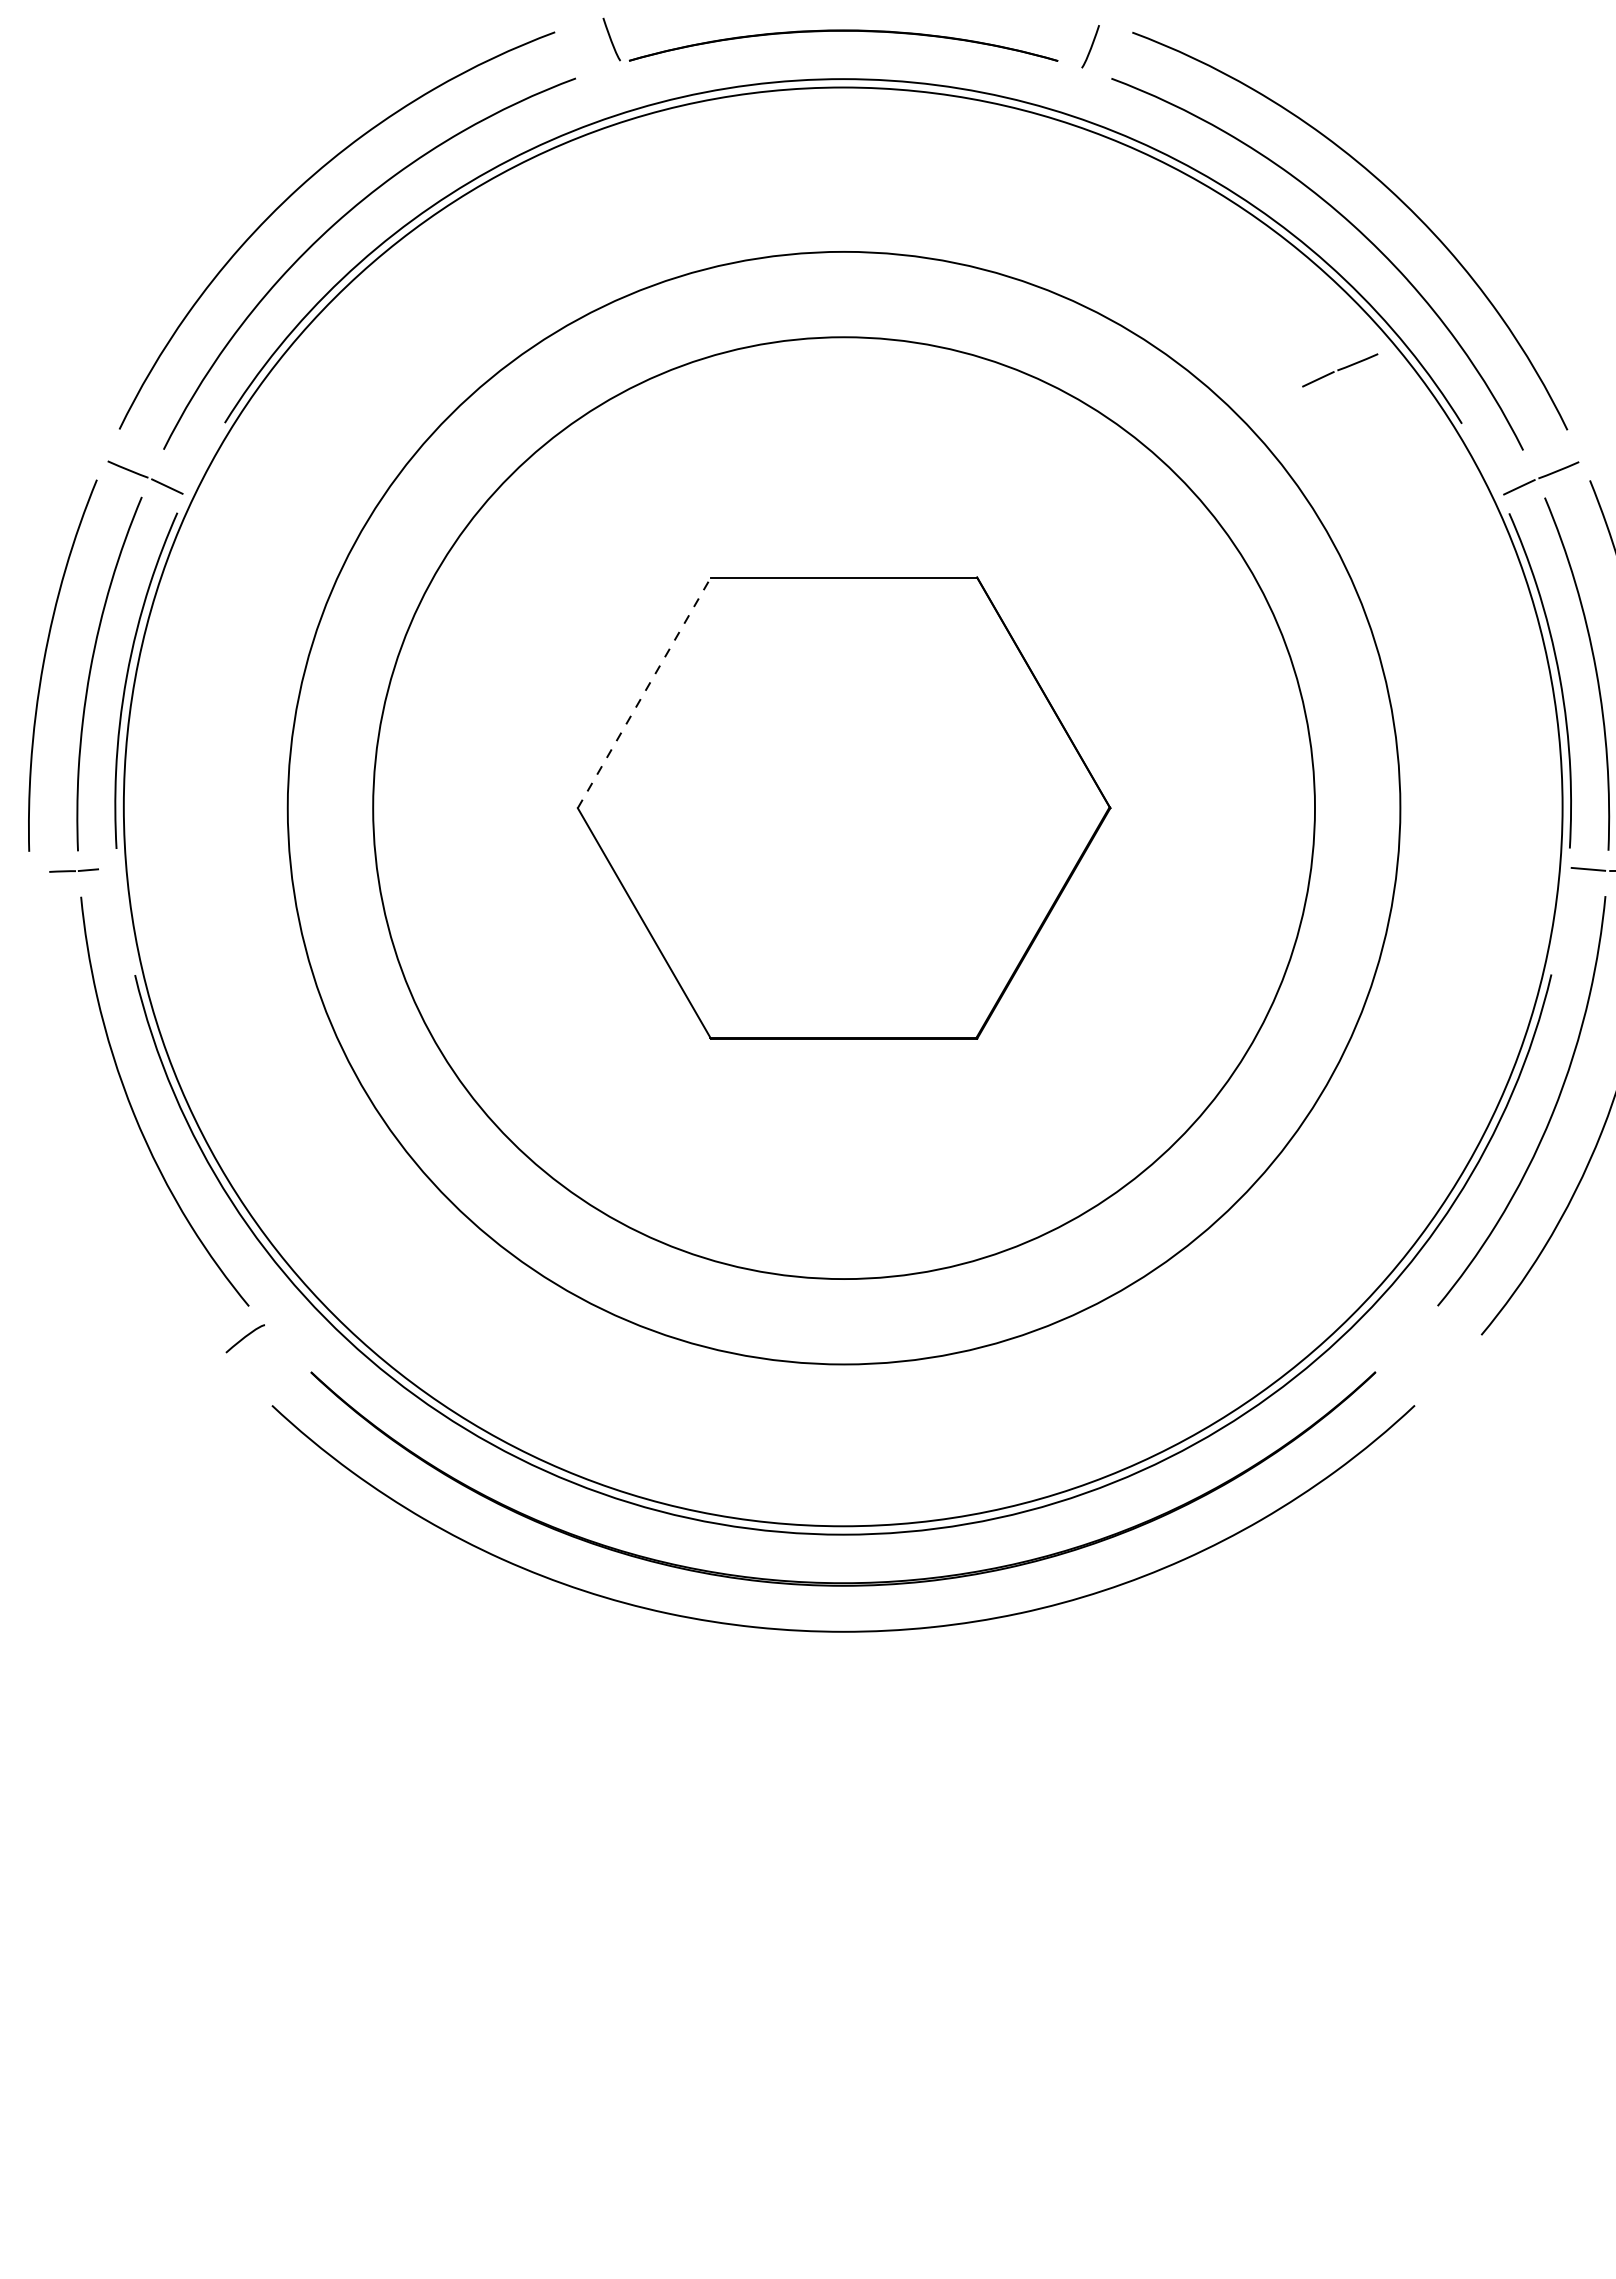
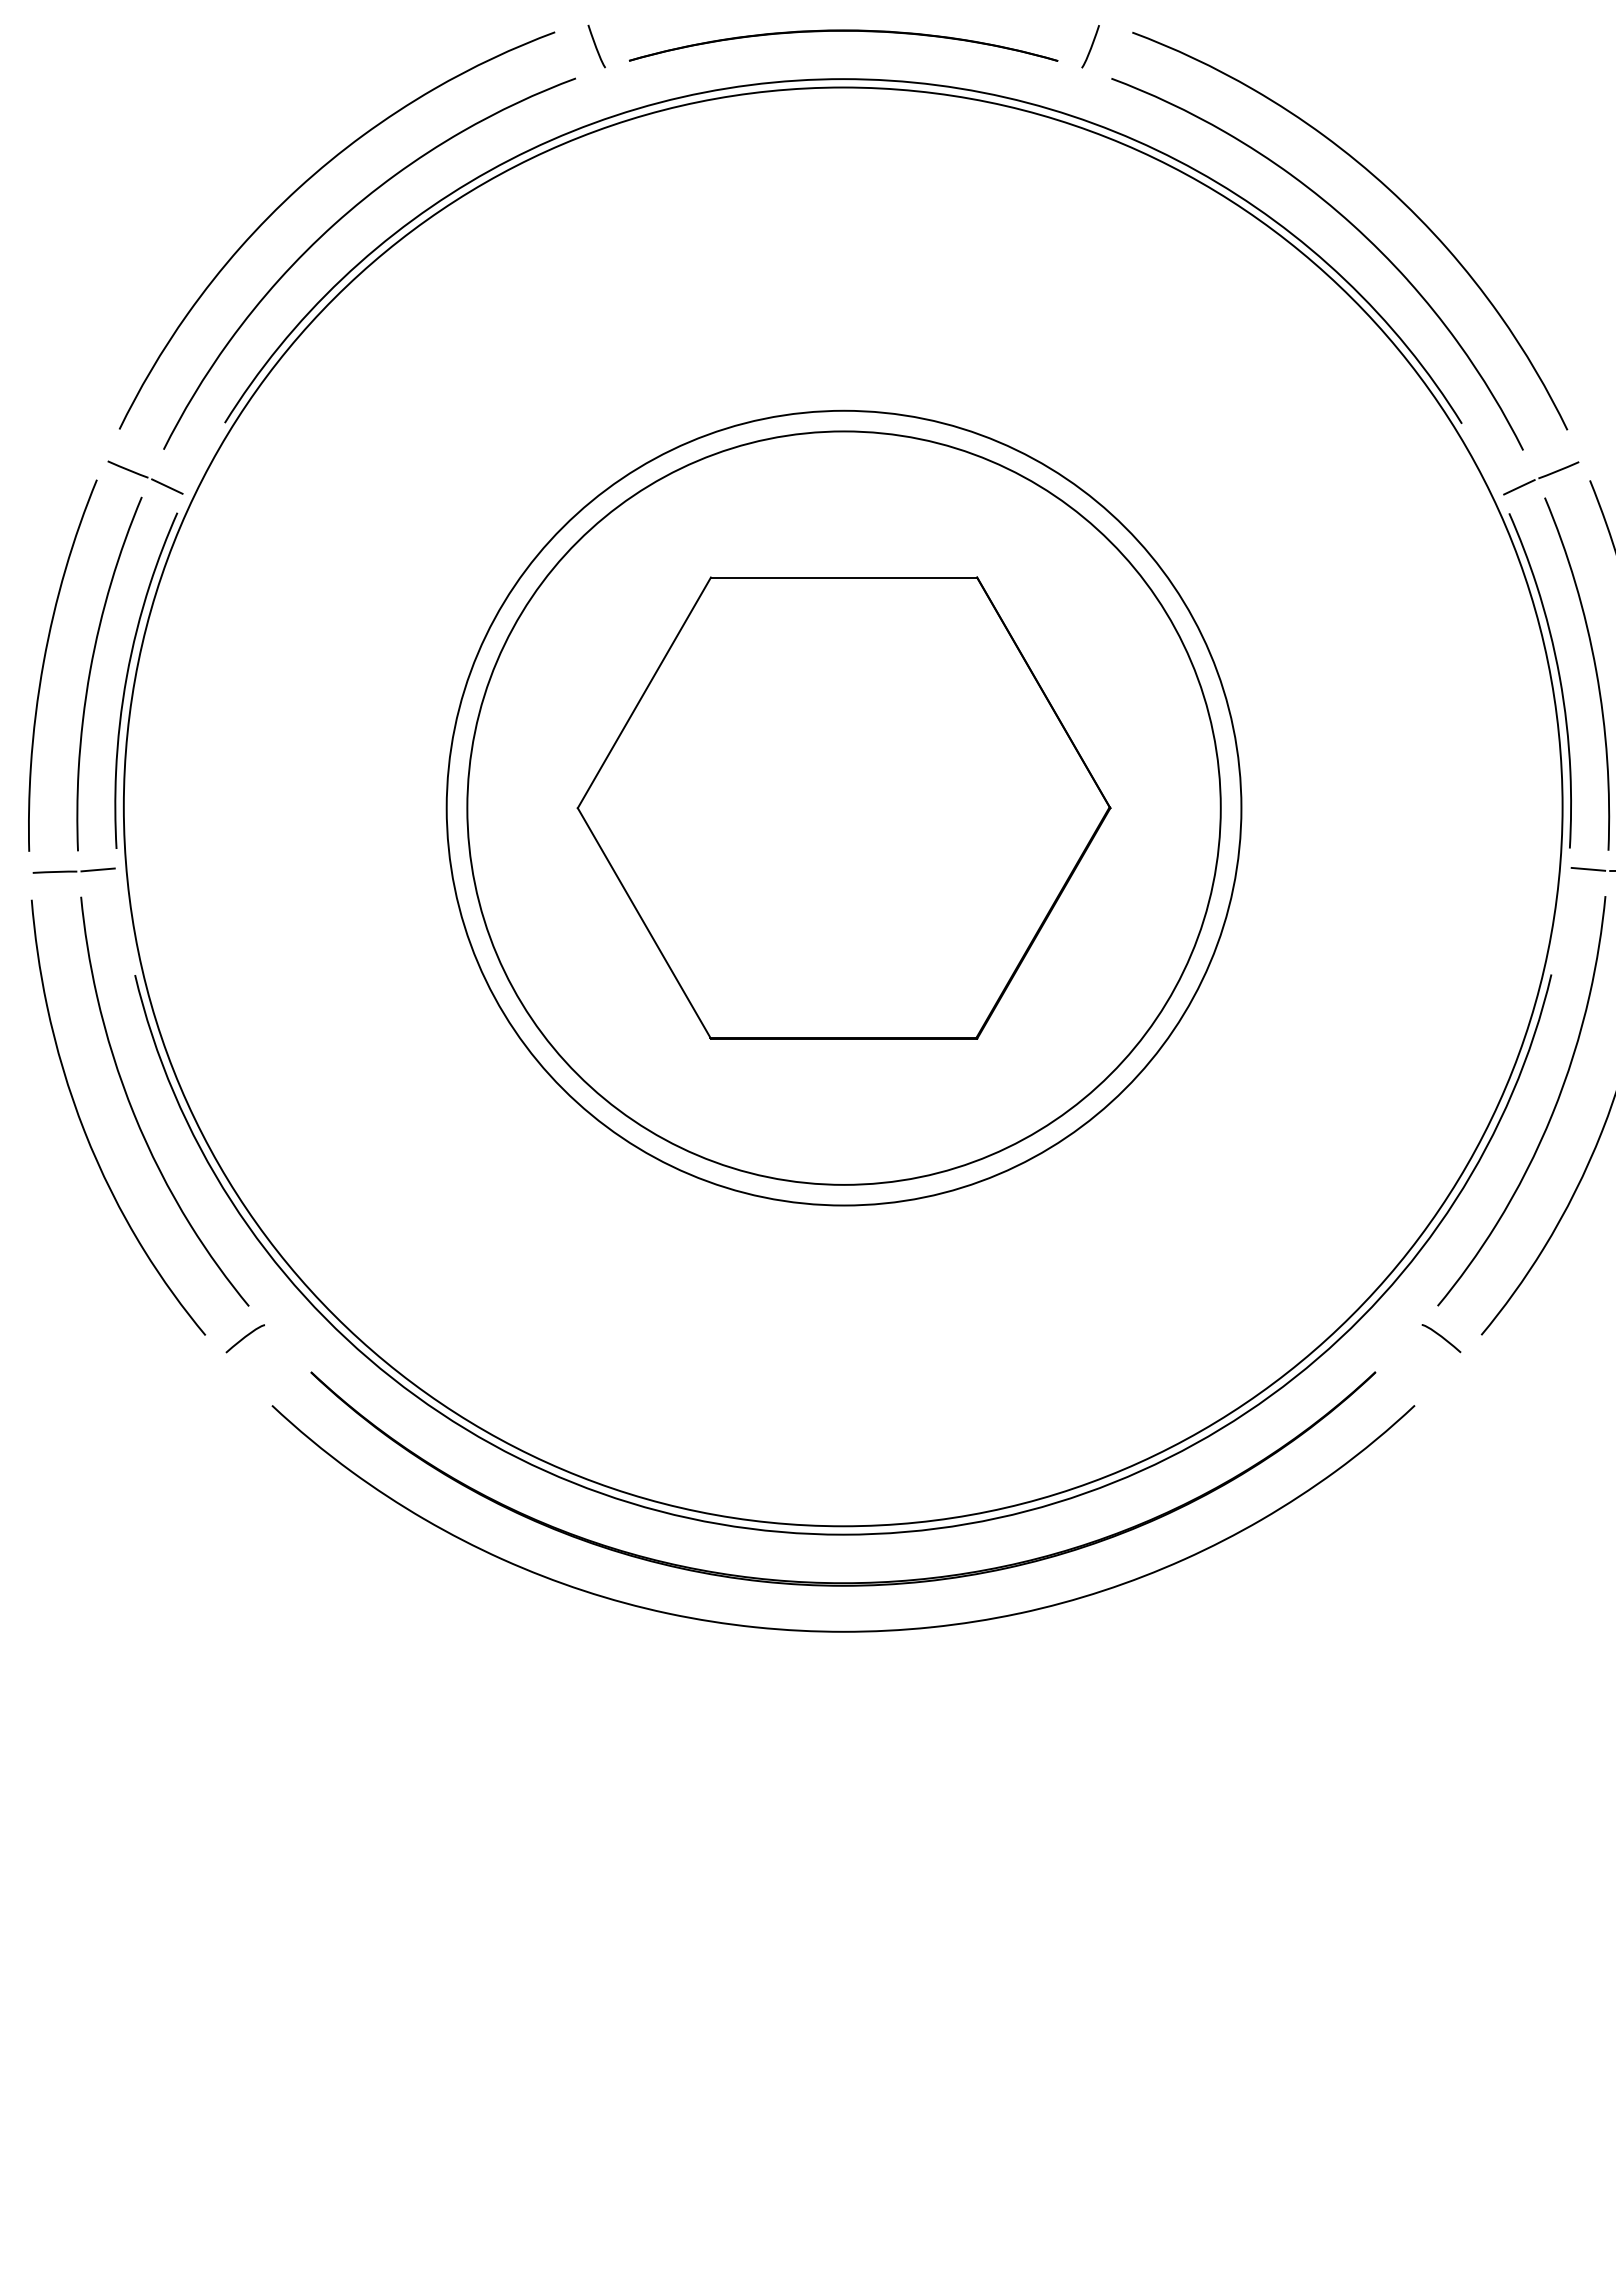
line at (611, 39) position: (611, 39) -> (596, 46)
part at (1340, 370): present -> none
line at (644, 692): dashed -> solid
circle at (843, 807) diameter: 1113 px -> 795 px
circle at (843, 808) diameter: 942 px -> 753 px
part at (73, 870) size: 50x5 px -> 84x7 px
curve at (84, 1127): none -> present
curve at (1441, 1337): none -> present
